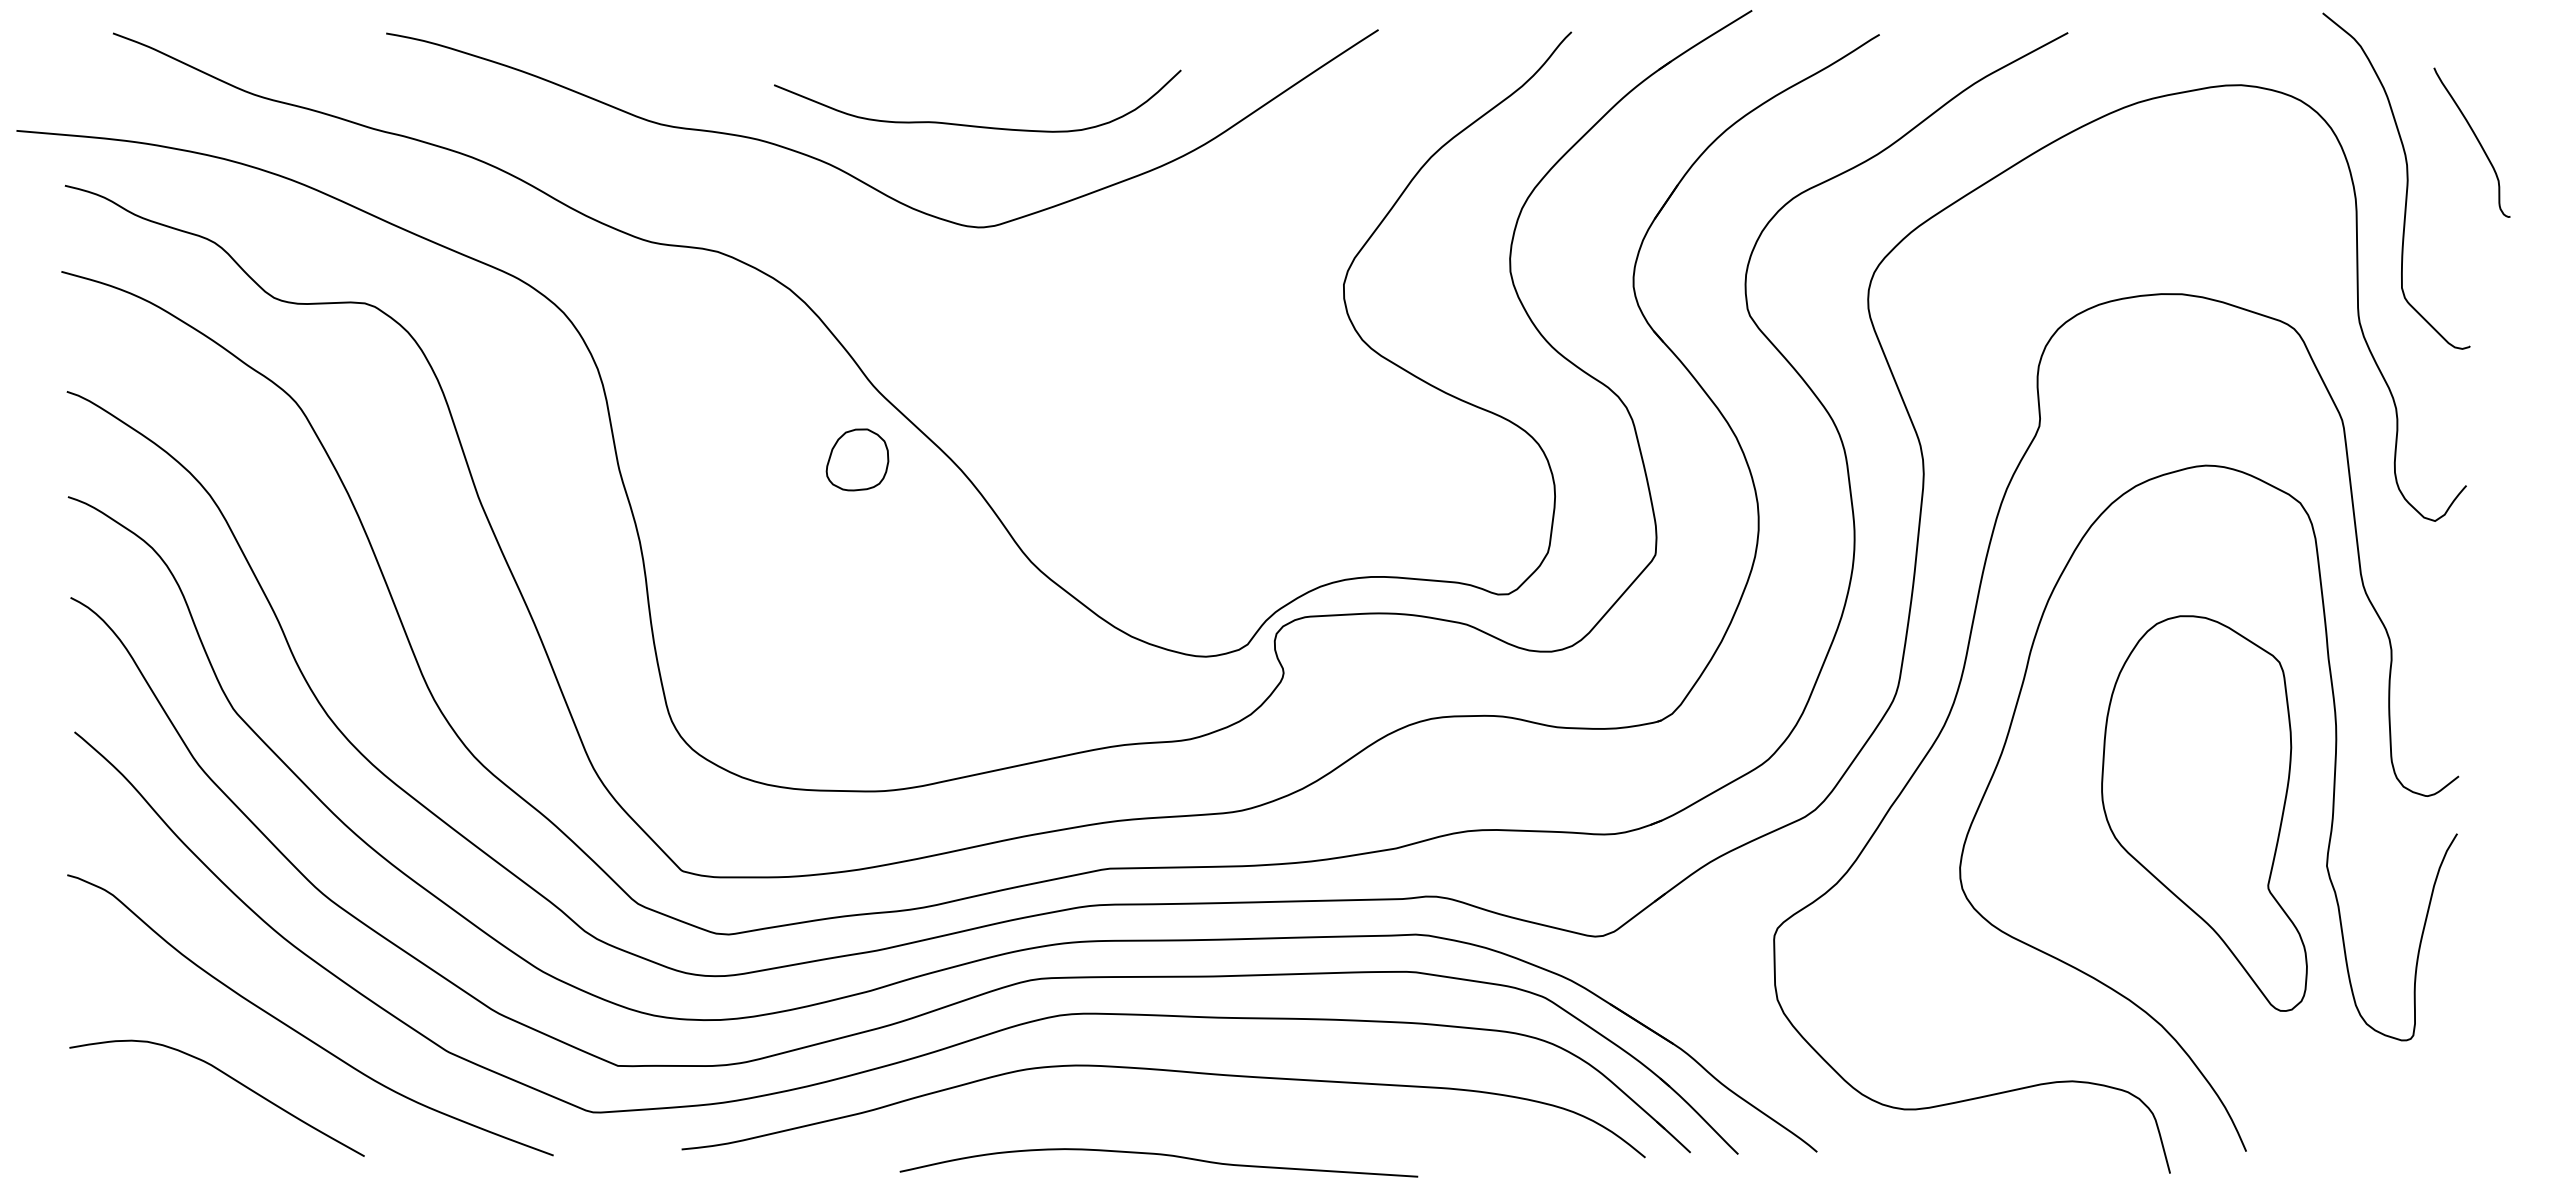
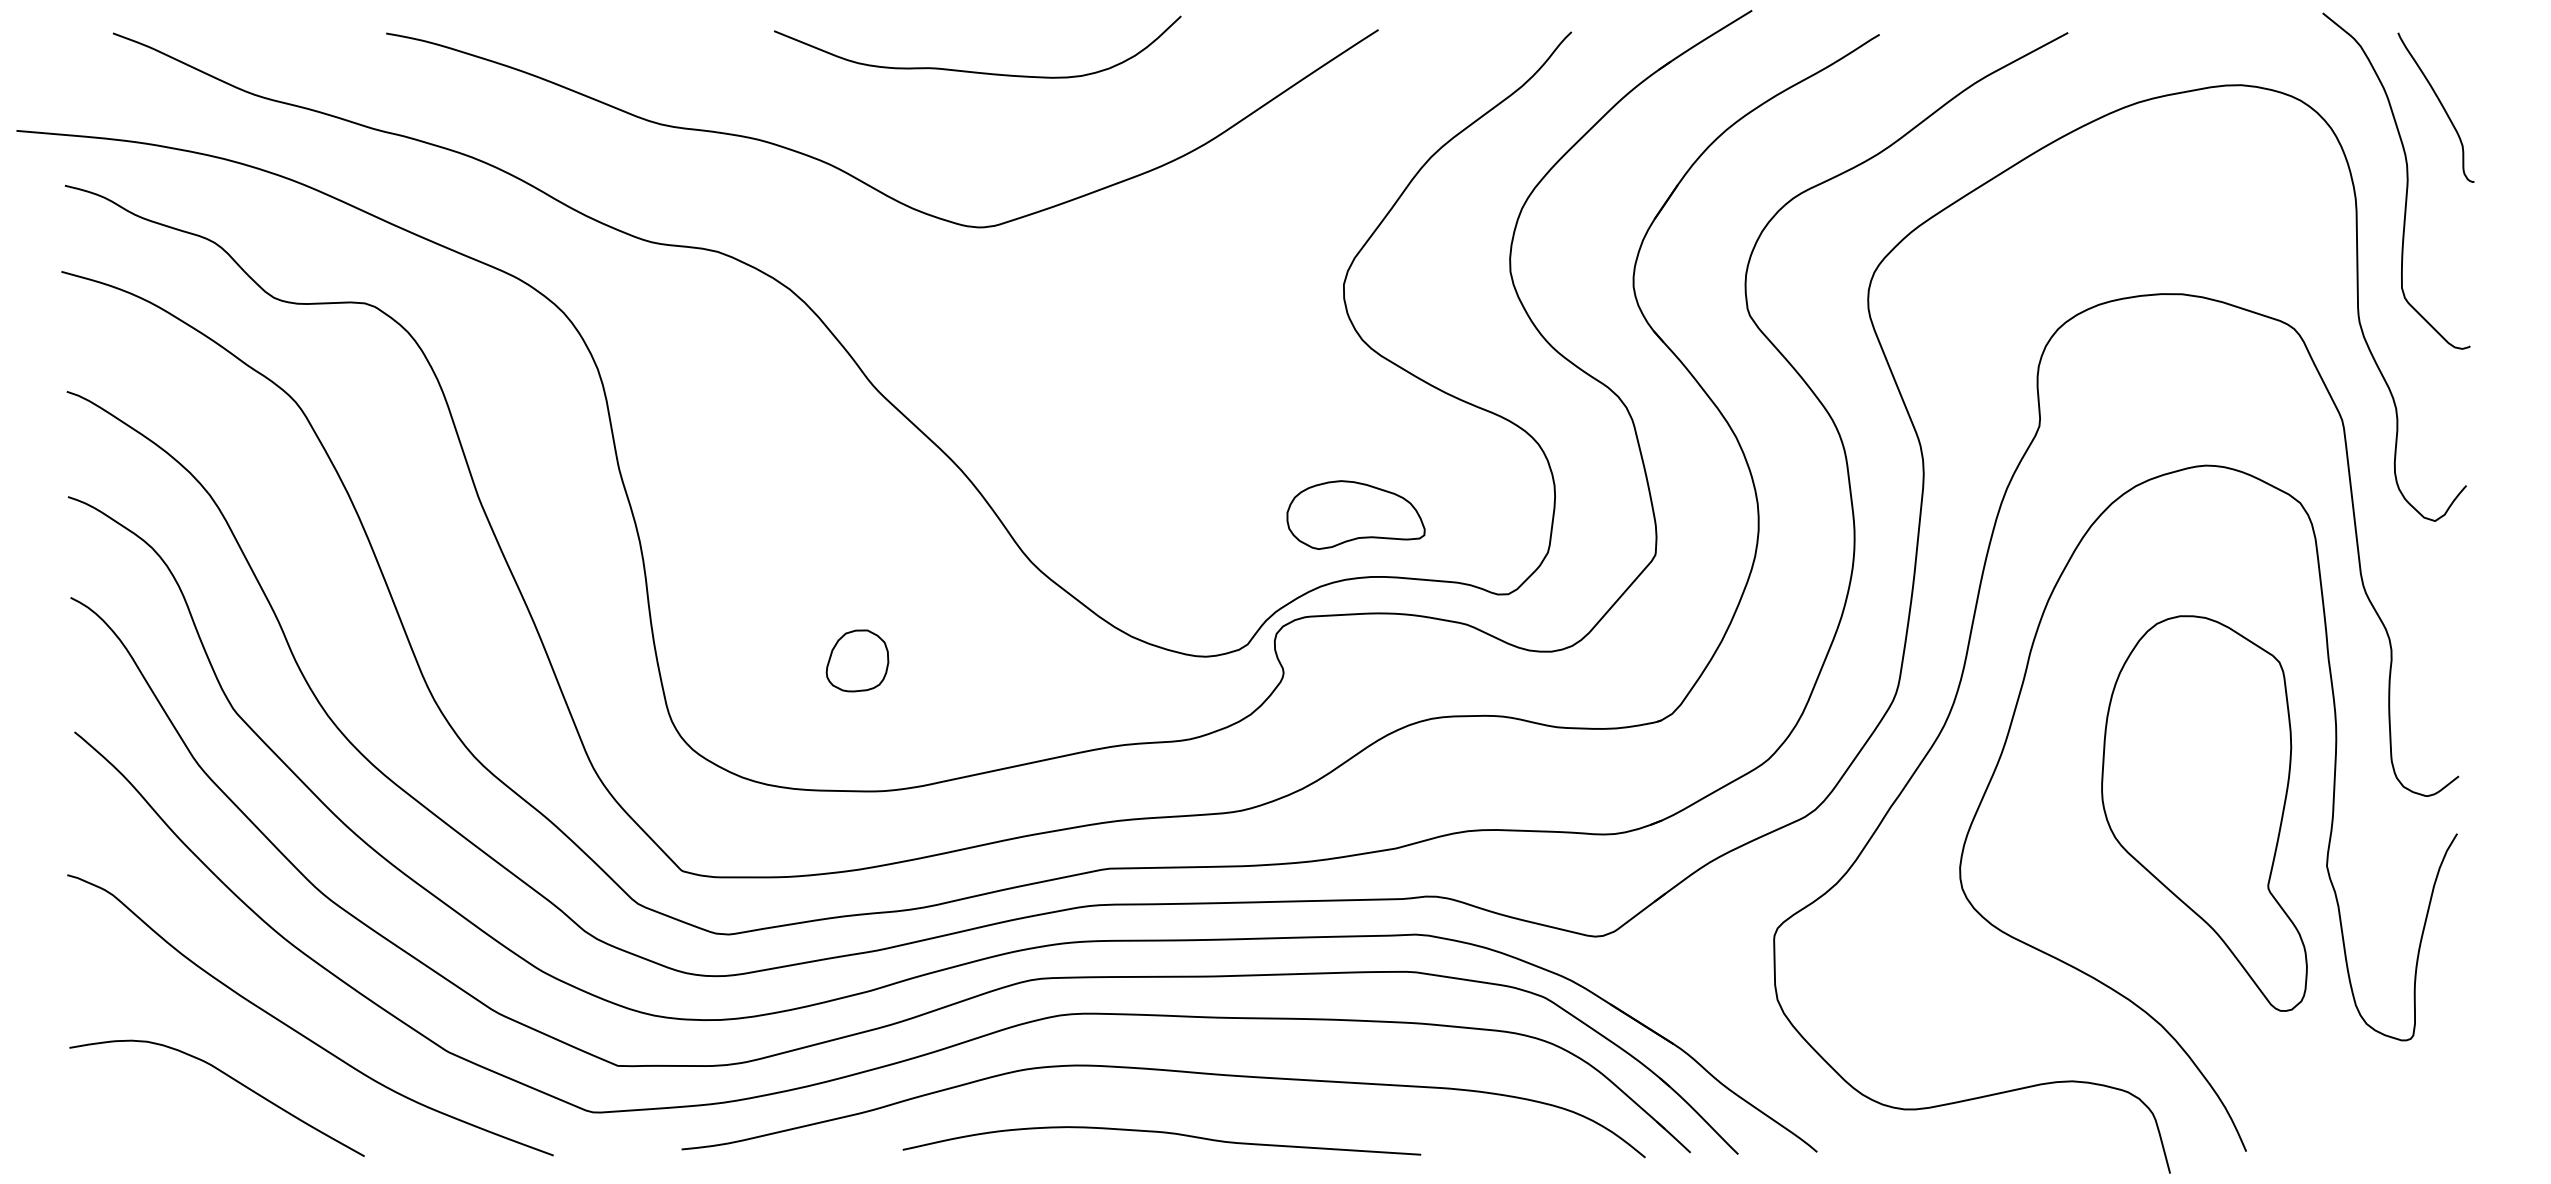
curve at (977, 125) position: (977, 125) -> (977, 71)
curve at (2476, 139) position: (2476, 139) -> (2440, 104)
part at (857, 459) position: (857, 459) -> (857, 660)
part at (1355, 514): none -> present
curve at (1158, 1155) position: (1158, 1155) -> (1161, 1133)
